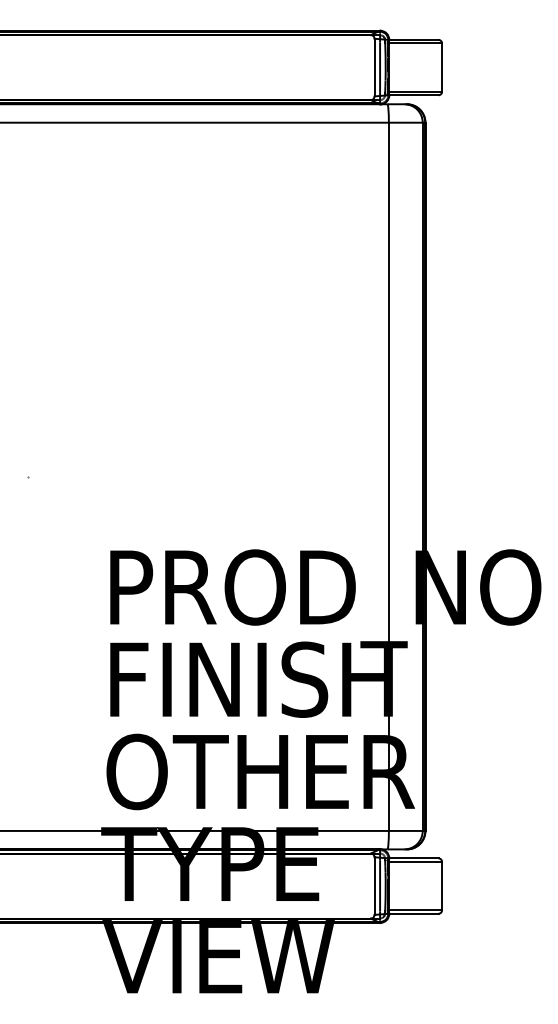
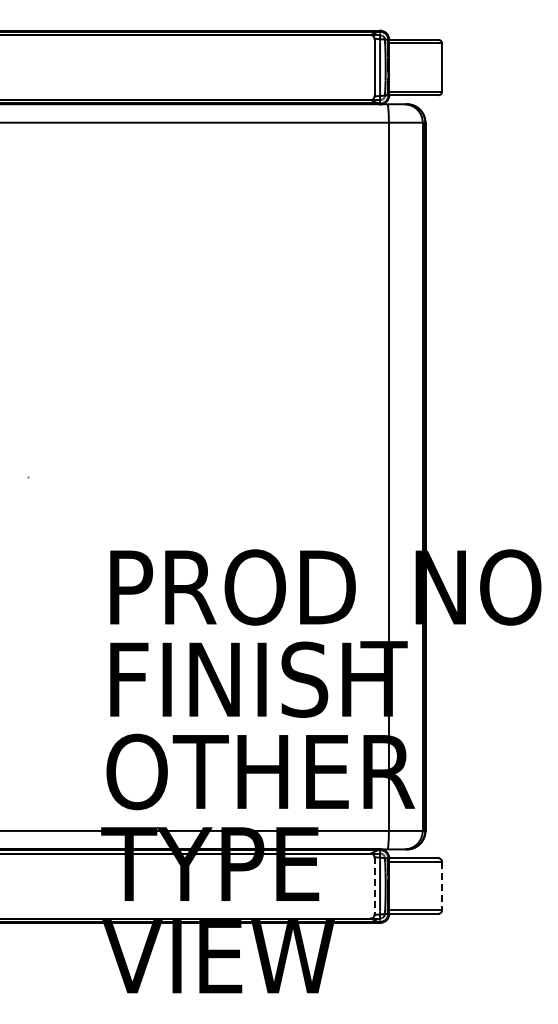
line at (374, 886): solid -> dashed
line at (442, 886): solid -> dashed
